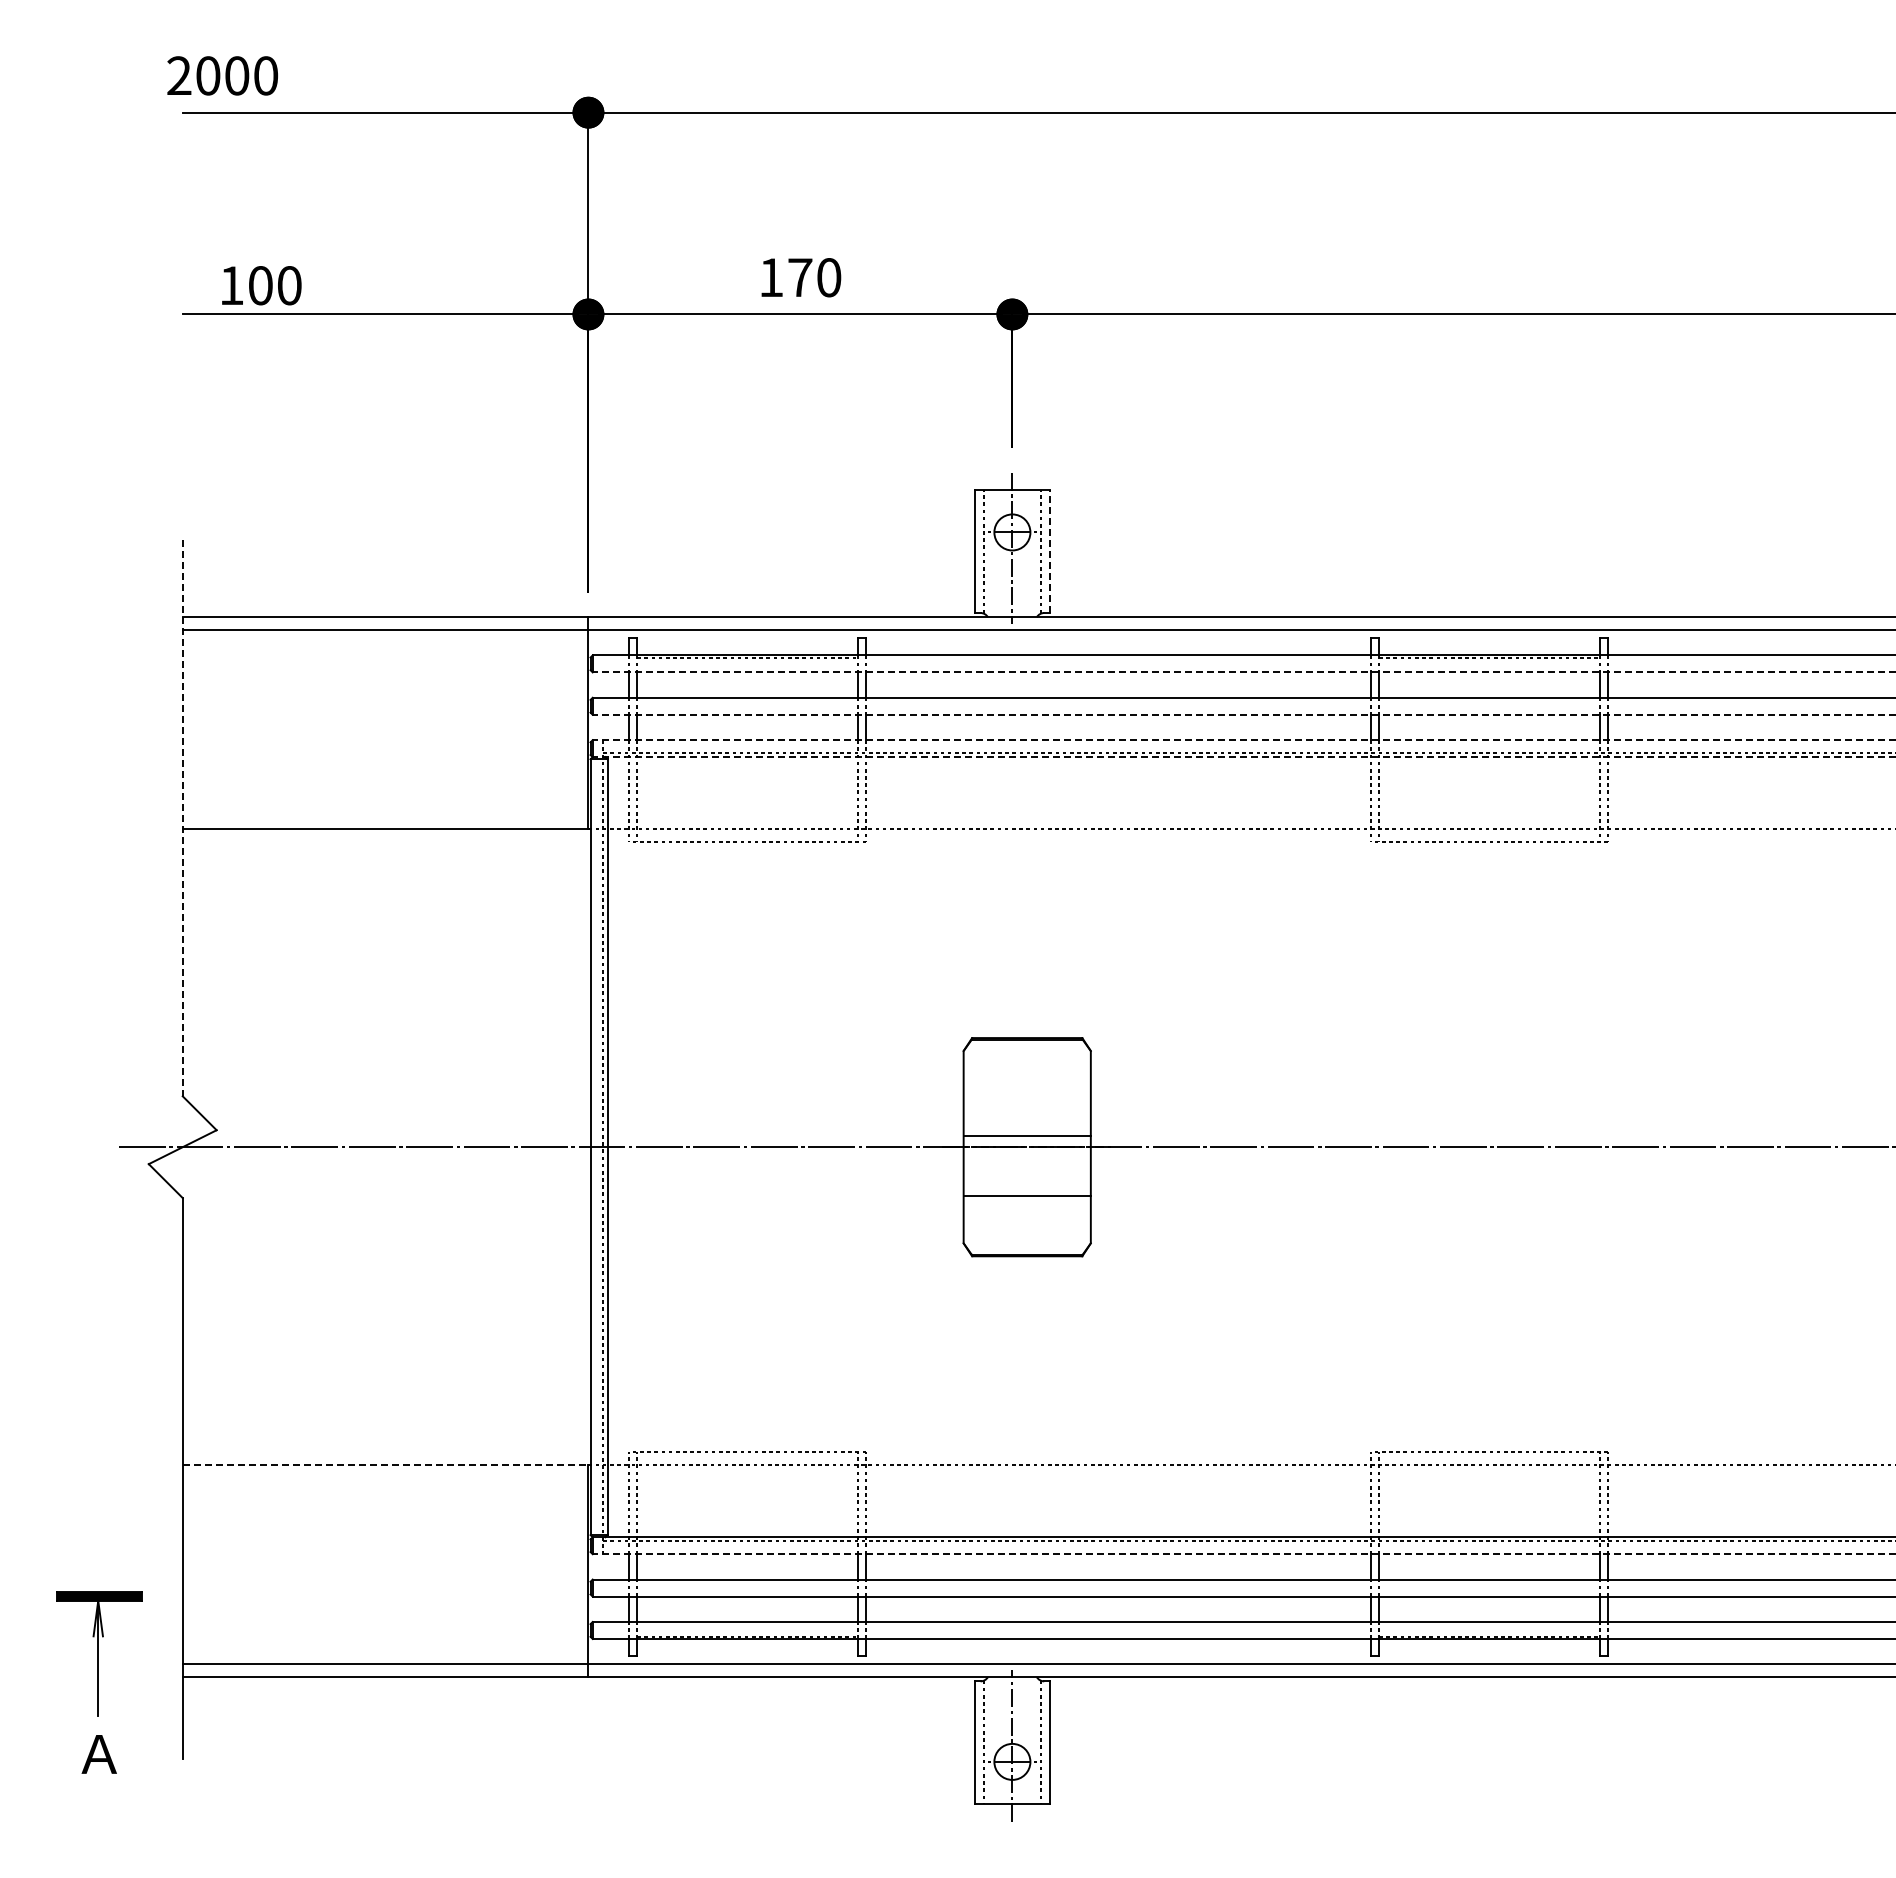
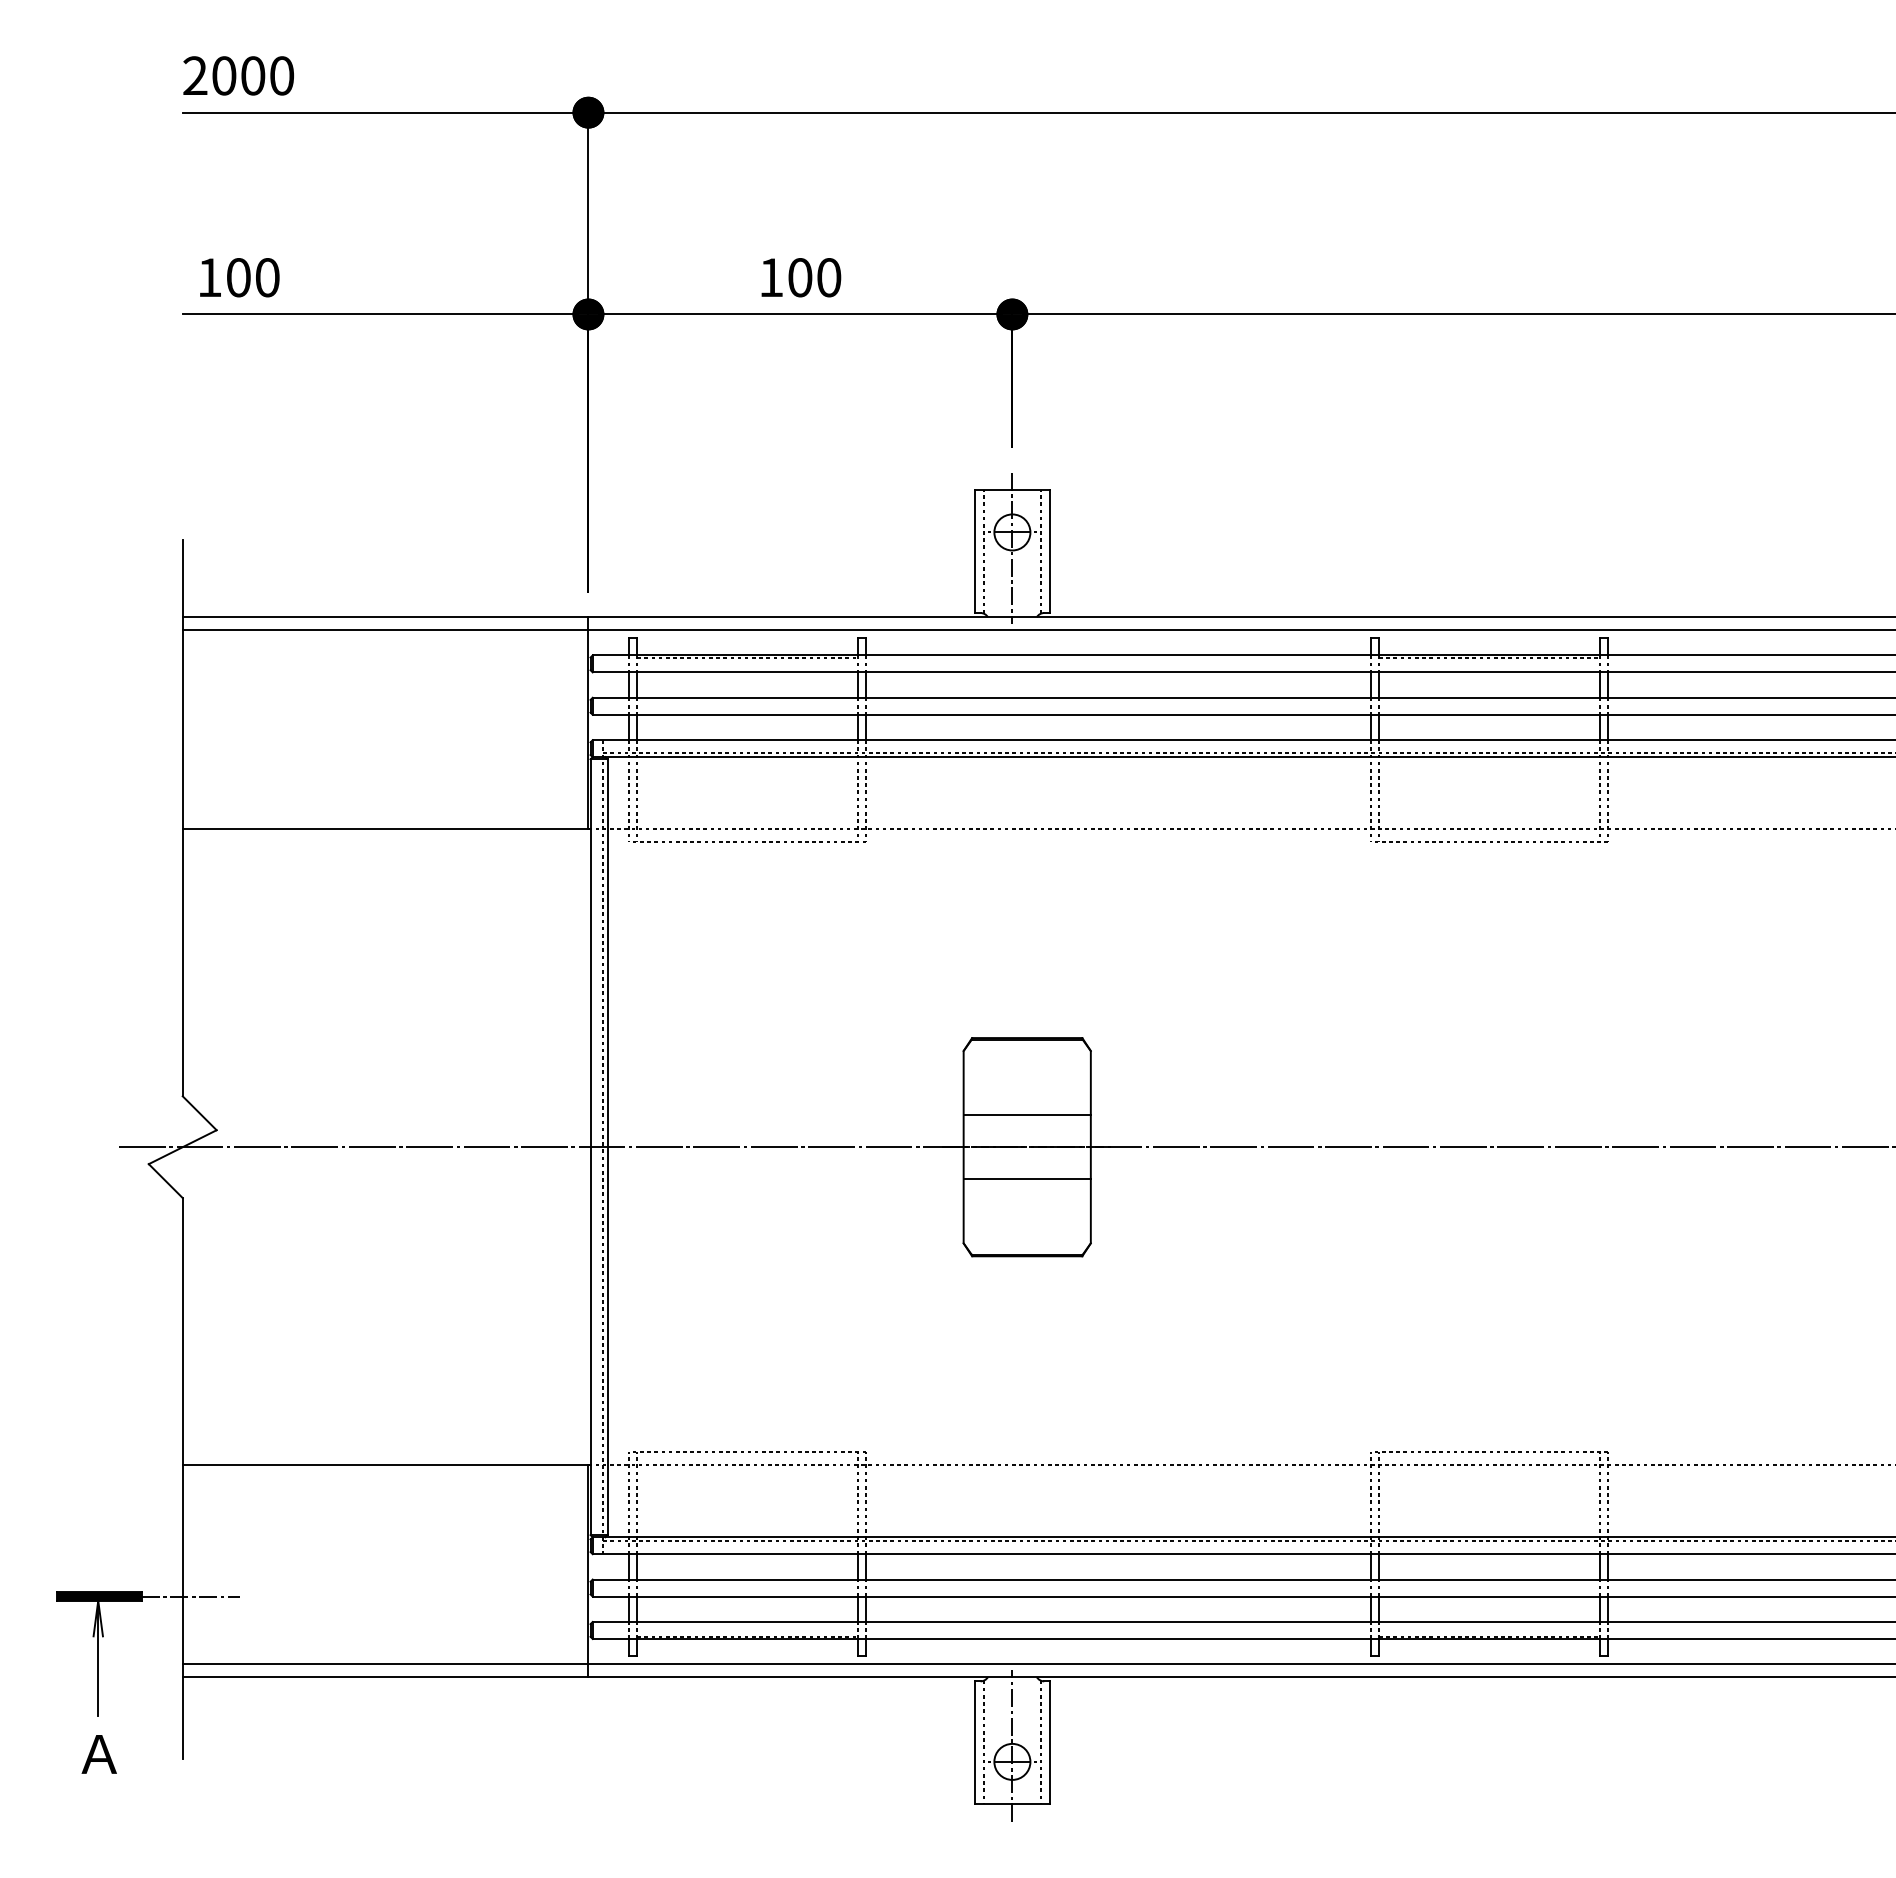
text at (222, 75) position: (222, 75) -> (238, 75)
text at (800, 277): 170 -> 100
text at (261, 285) position: (261, 285) -> (239, 277)
line at (1049, 551): dashed -> solid
line at (1243, 672): dashed -> solid
line at (1243, 714): dashed -> solid
line at (1243, 740): dashed -> solid
line at (1243, 757): dashed -> solid
line at (182, 818): dashed -> solid
line at (1026, 1136) position: (1026, 1136) -> (1026, 1115)
line at (1026, 1195) position: (1026, 1195) -> (1026, 1178)
line at (386, 1465): dashed -> solid
line at (1243, 1554): dashed -> solid
line at (190, 1596): none -> present
